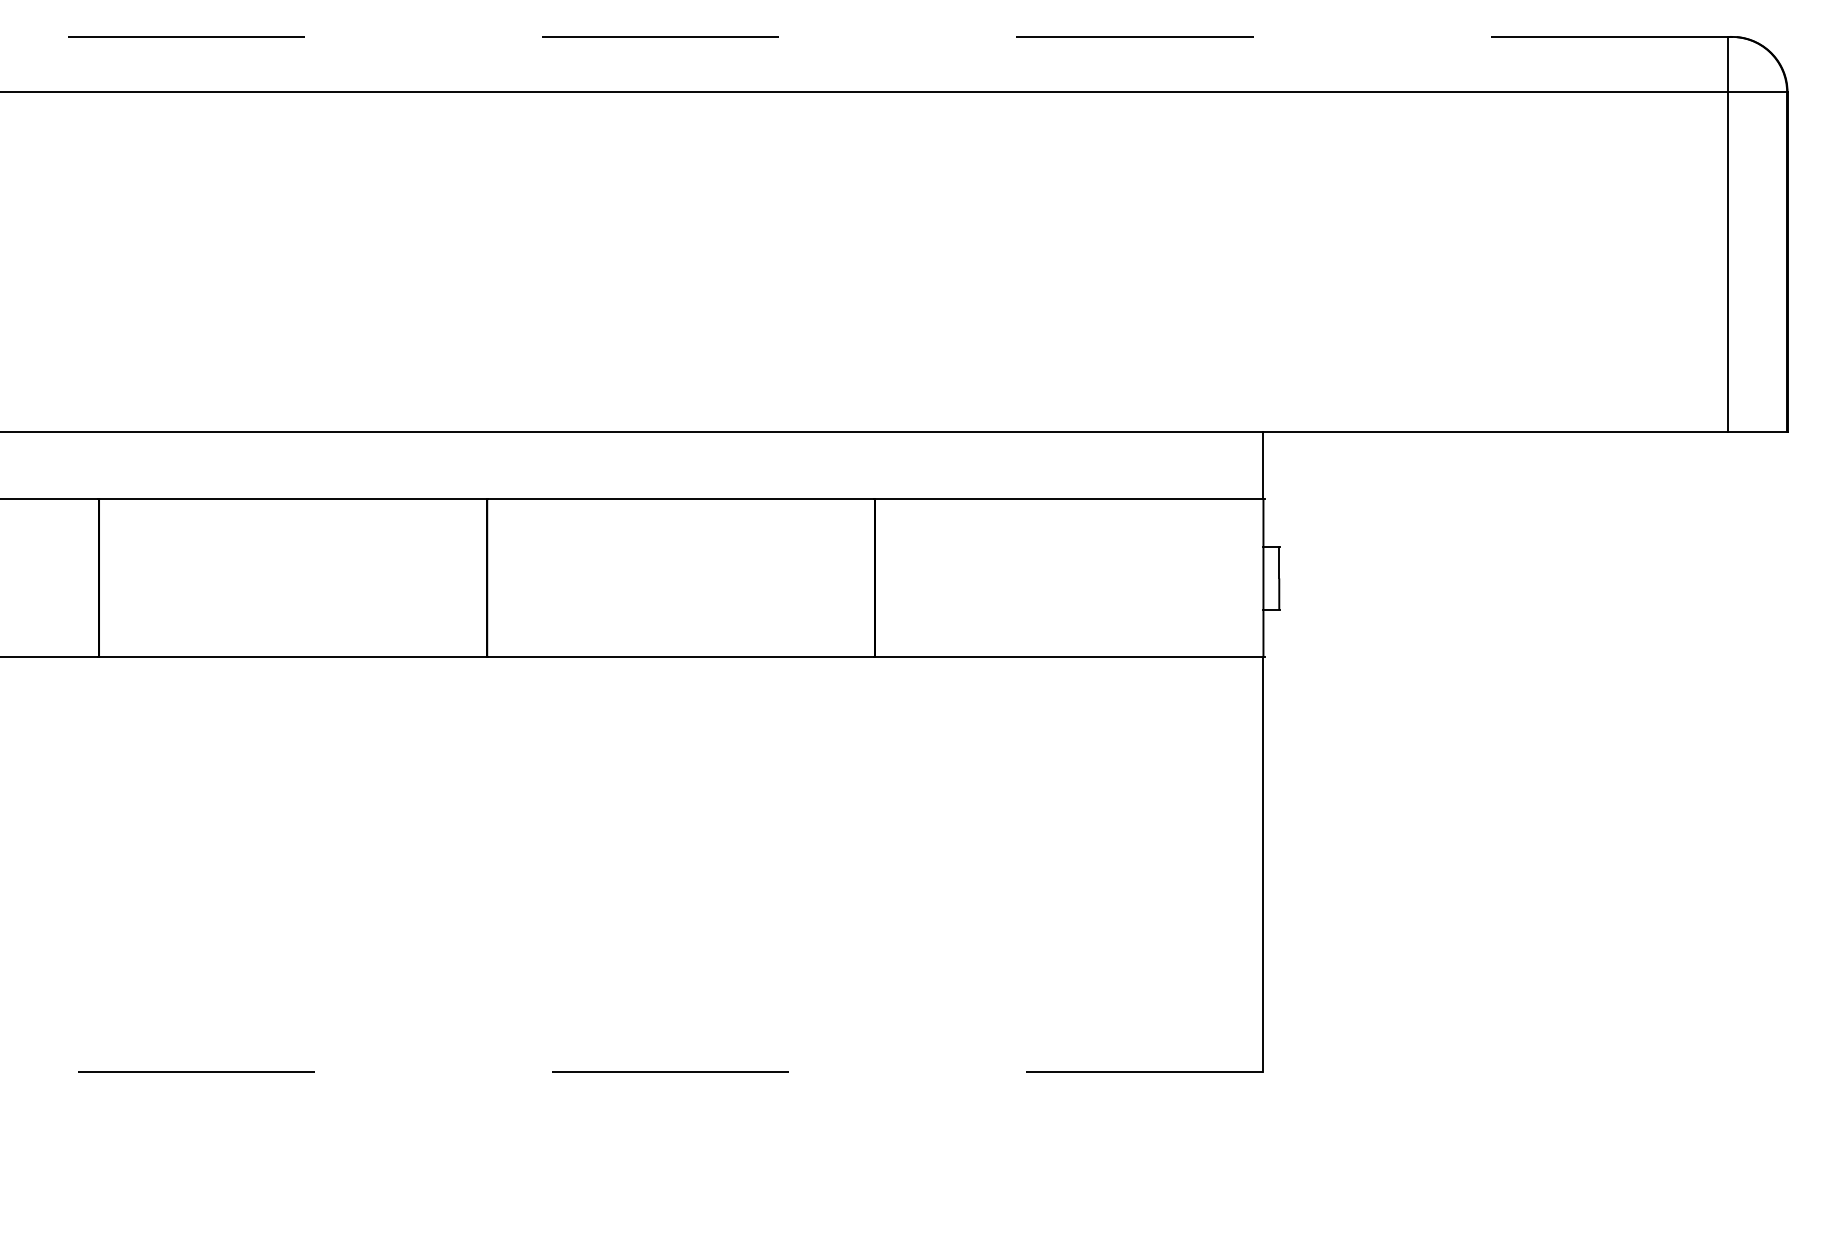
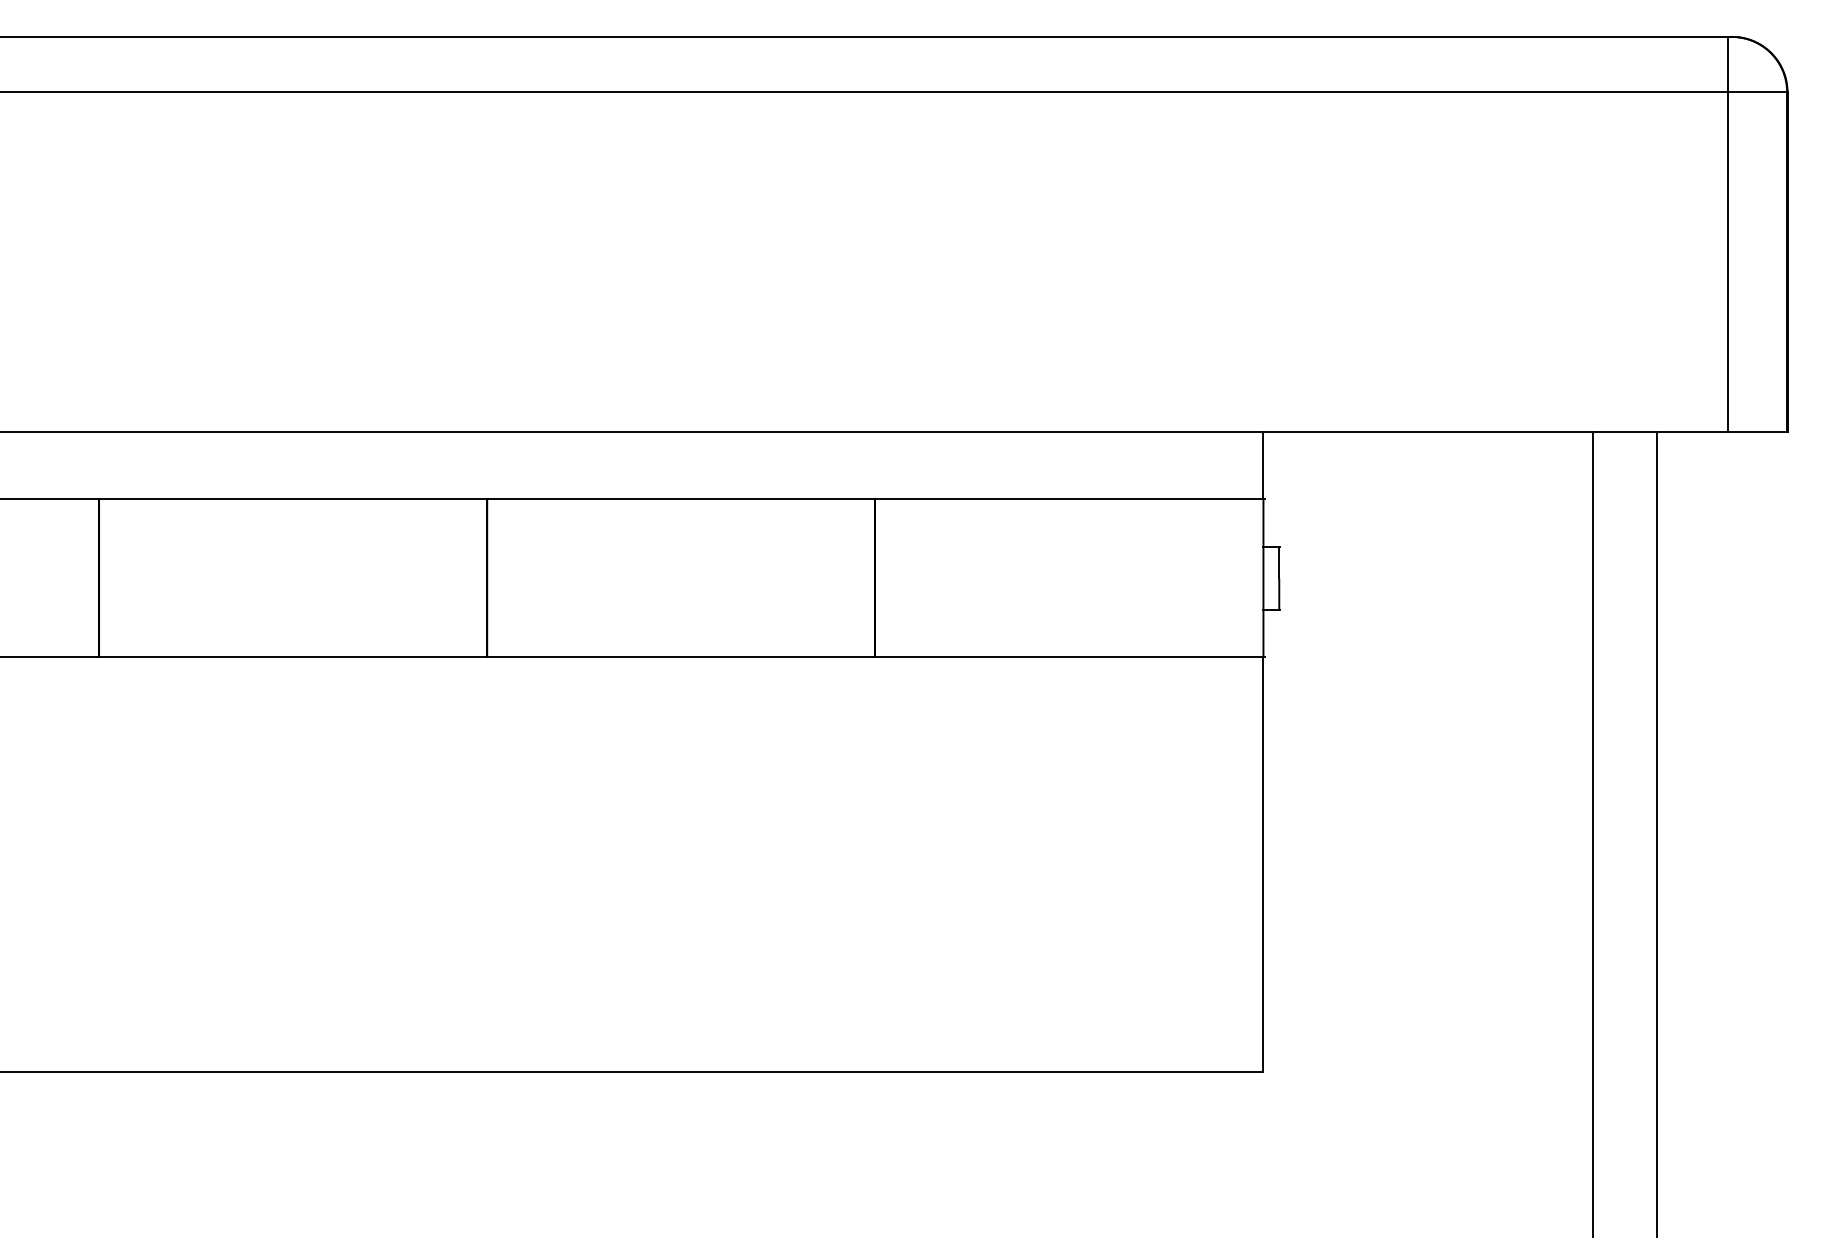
line at (864, 36): dashed -> solid
line at (1593, 833): none -> present
line at (1656, 833): none -> present
line at (631, 1072): dashed -> solid
